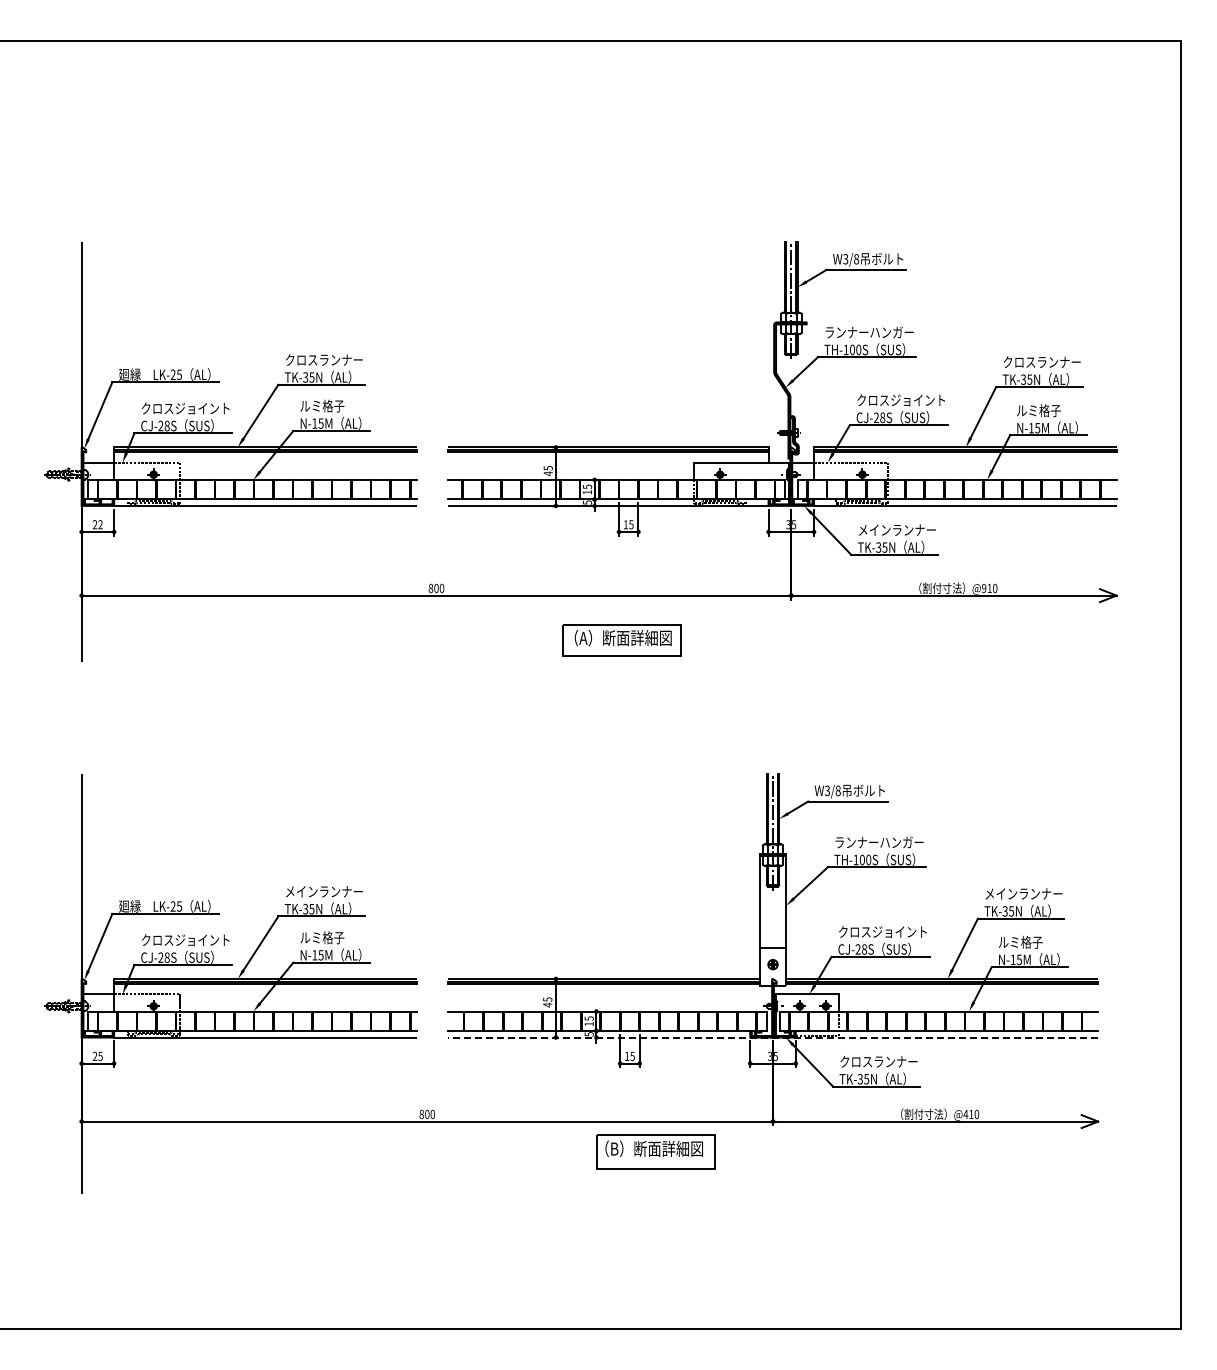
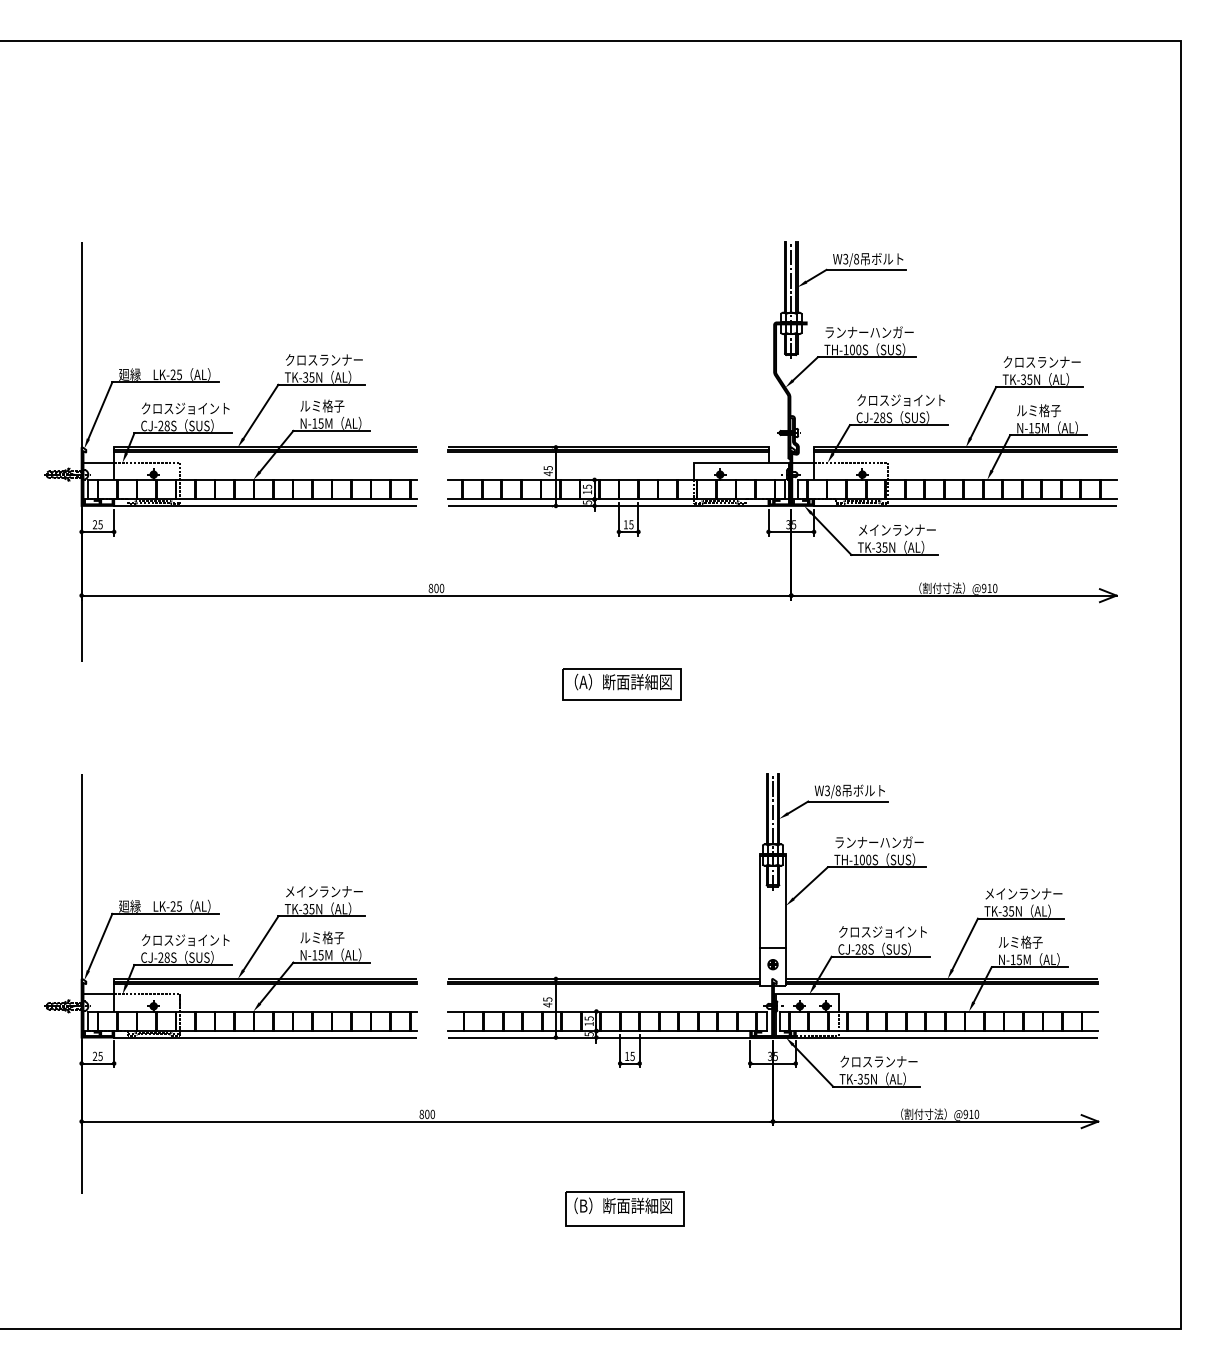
text at (100, 524): 22 -> 25
part at (621, 640) position: (621, 640) -> (621, 684)
line at (772, 1037): dashed -> solid
text at (965, 1114): @410 -> @910
part at (655, 1151) position: (655, 1151) -> (624, 1208)
